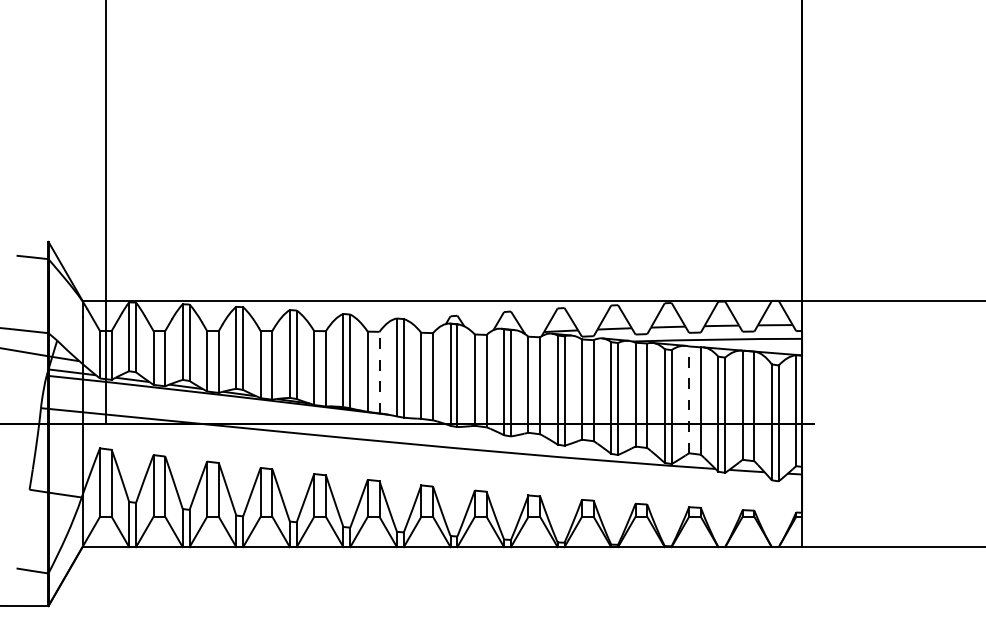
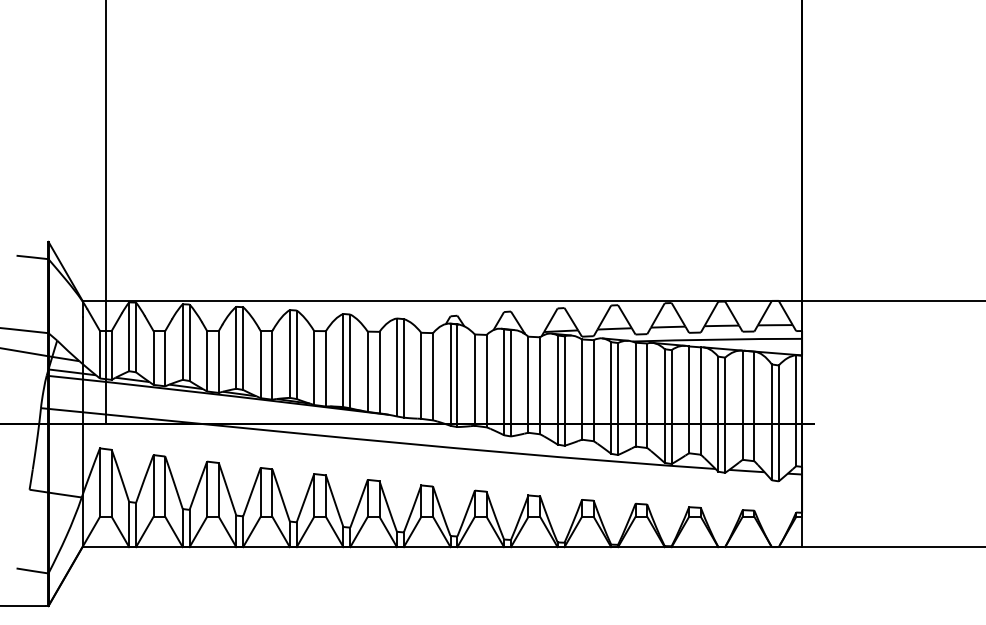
line at (379, 372): dashed -> solid
line at (689, 399): dashed -> solid
